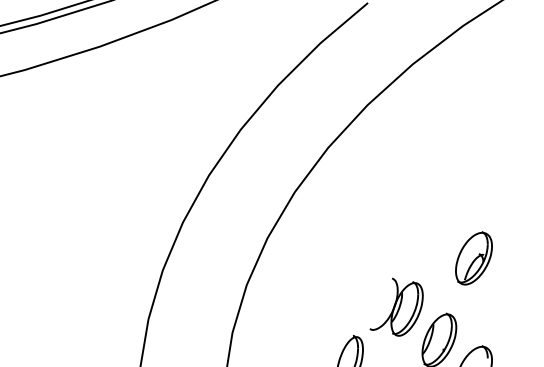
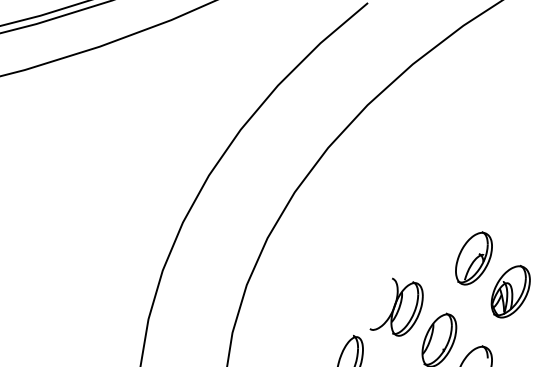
part at (510, 291): none -> present
